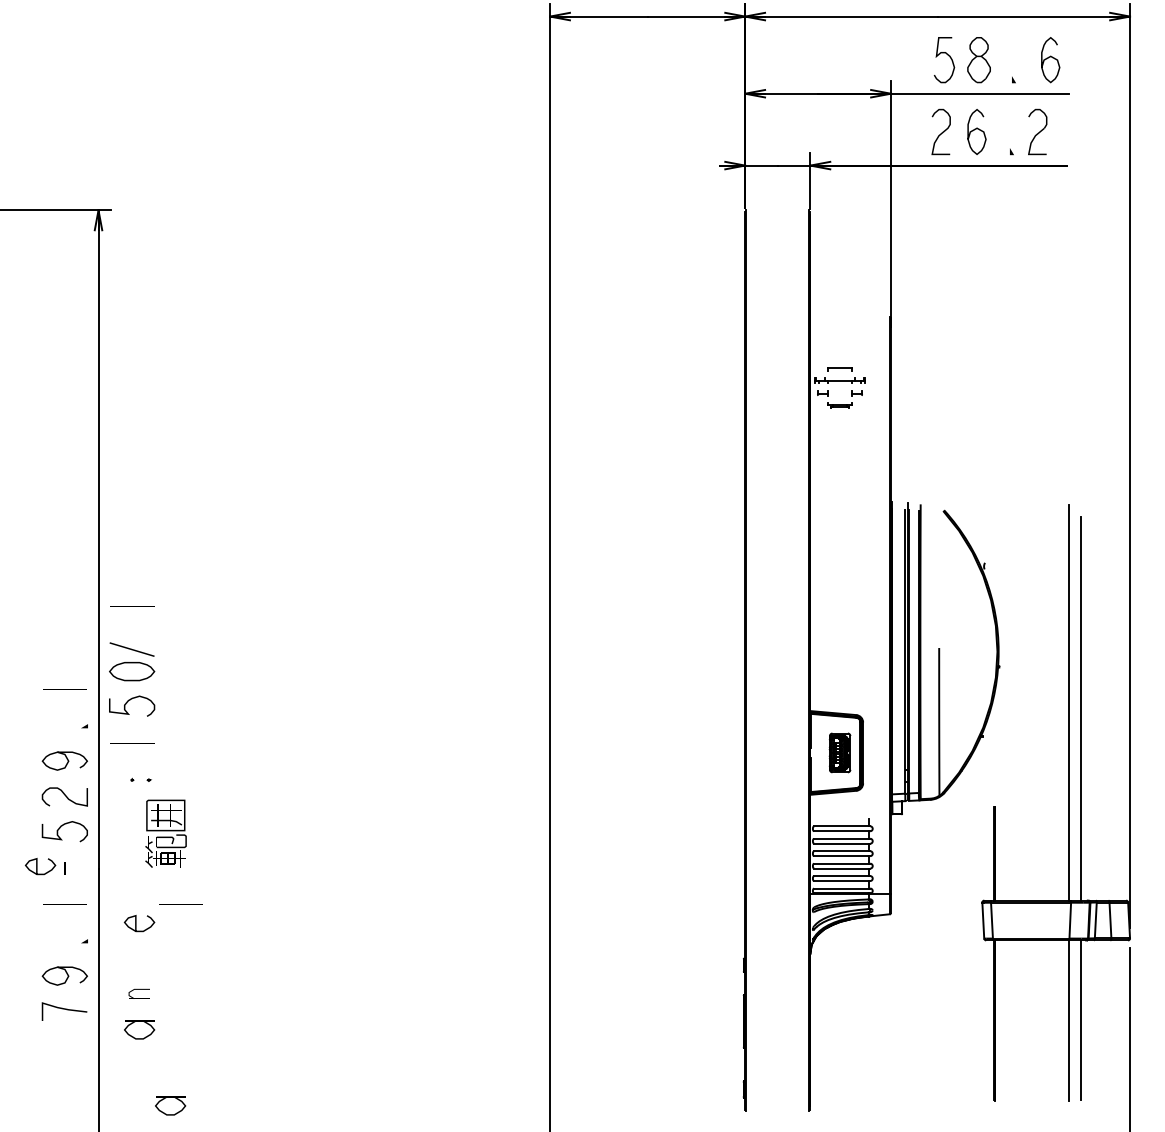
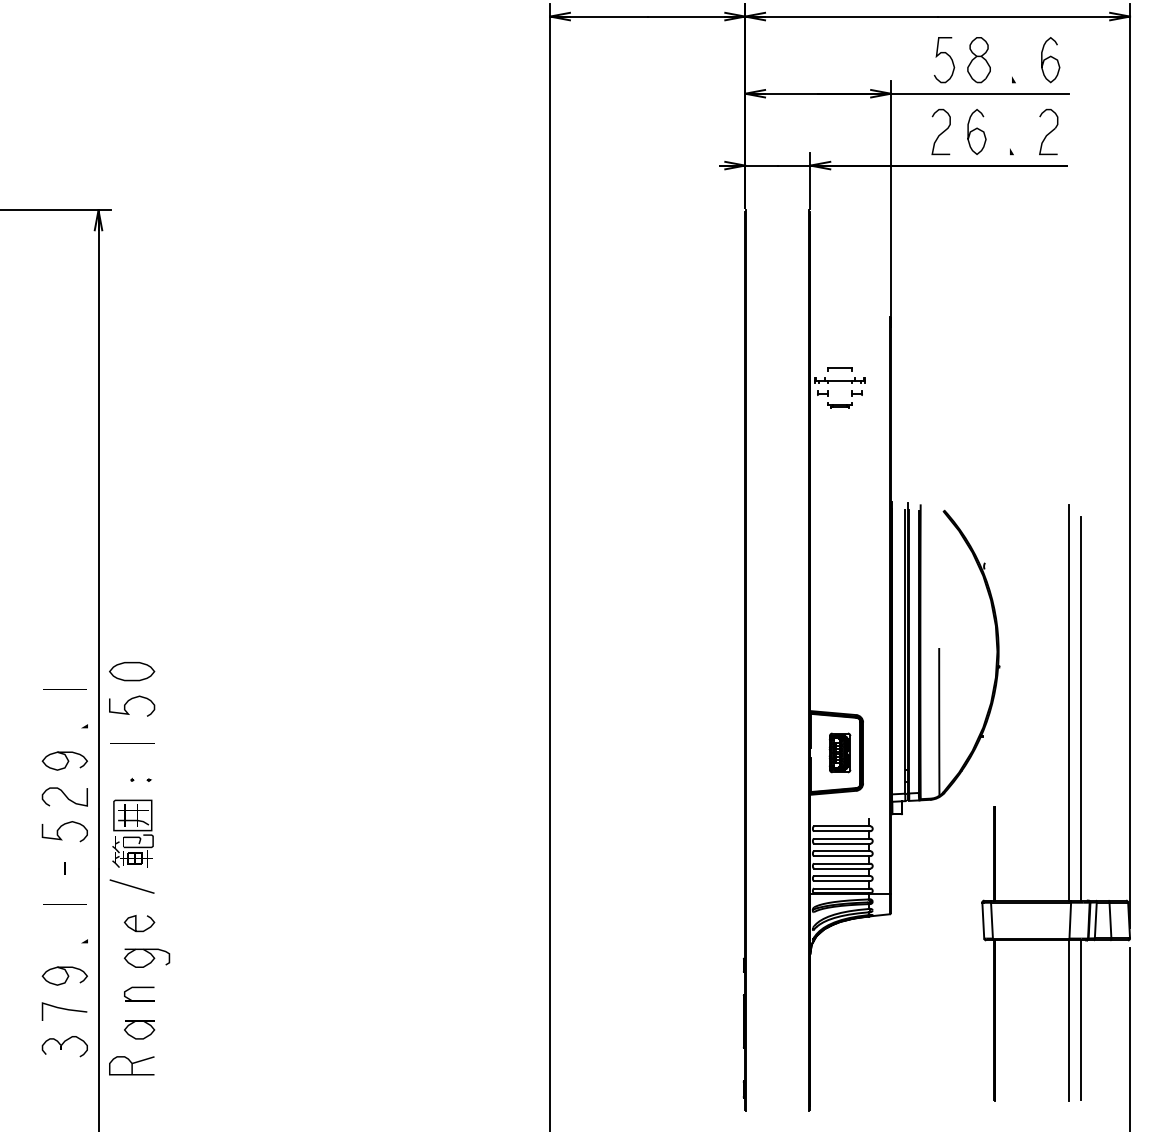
part at (1037, 131) position: (1037, 131) -> (1048, 131)
line at (132, 606): present -> none
line at (131, 649) position: (131, 649) -> (131, 886)
part at (165, 833) position: (165, 833) -> (132, 833)
curve at (37, 866): present -> none
line at (180, 904): present -> none
part at (147, 957): none -> present
part at (138, 993) size: 22x11 px -> 31x16 px
part at (64, 1046): none -> present
part at (131, 1065): none -> present
part at (170, 1105): present -> none
